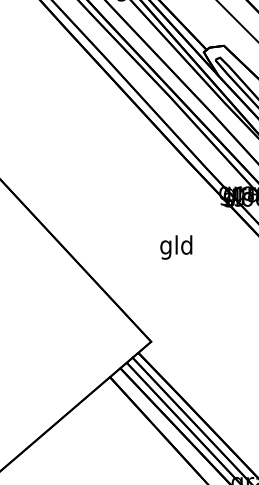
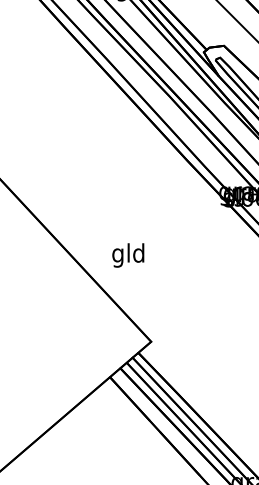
text at (176, 247) position: (176, 247) -> (128, 255)
